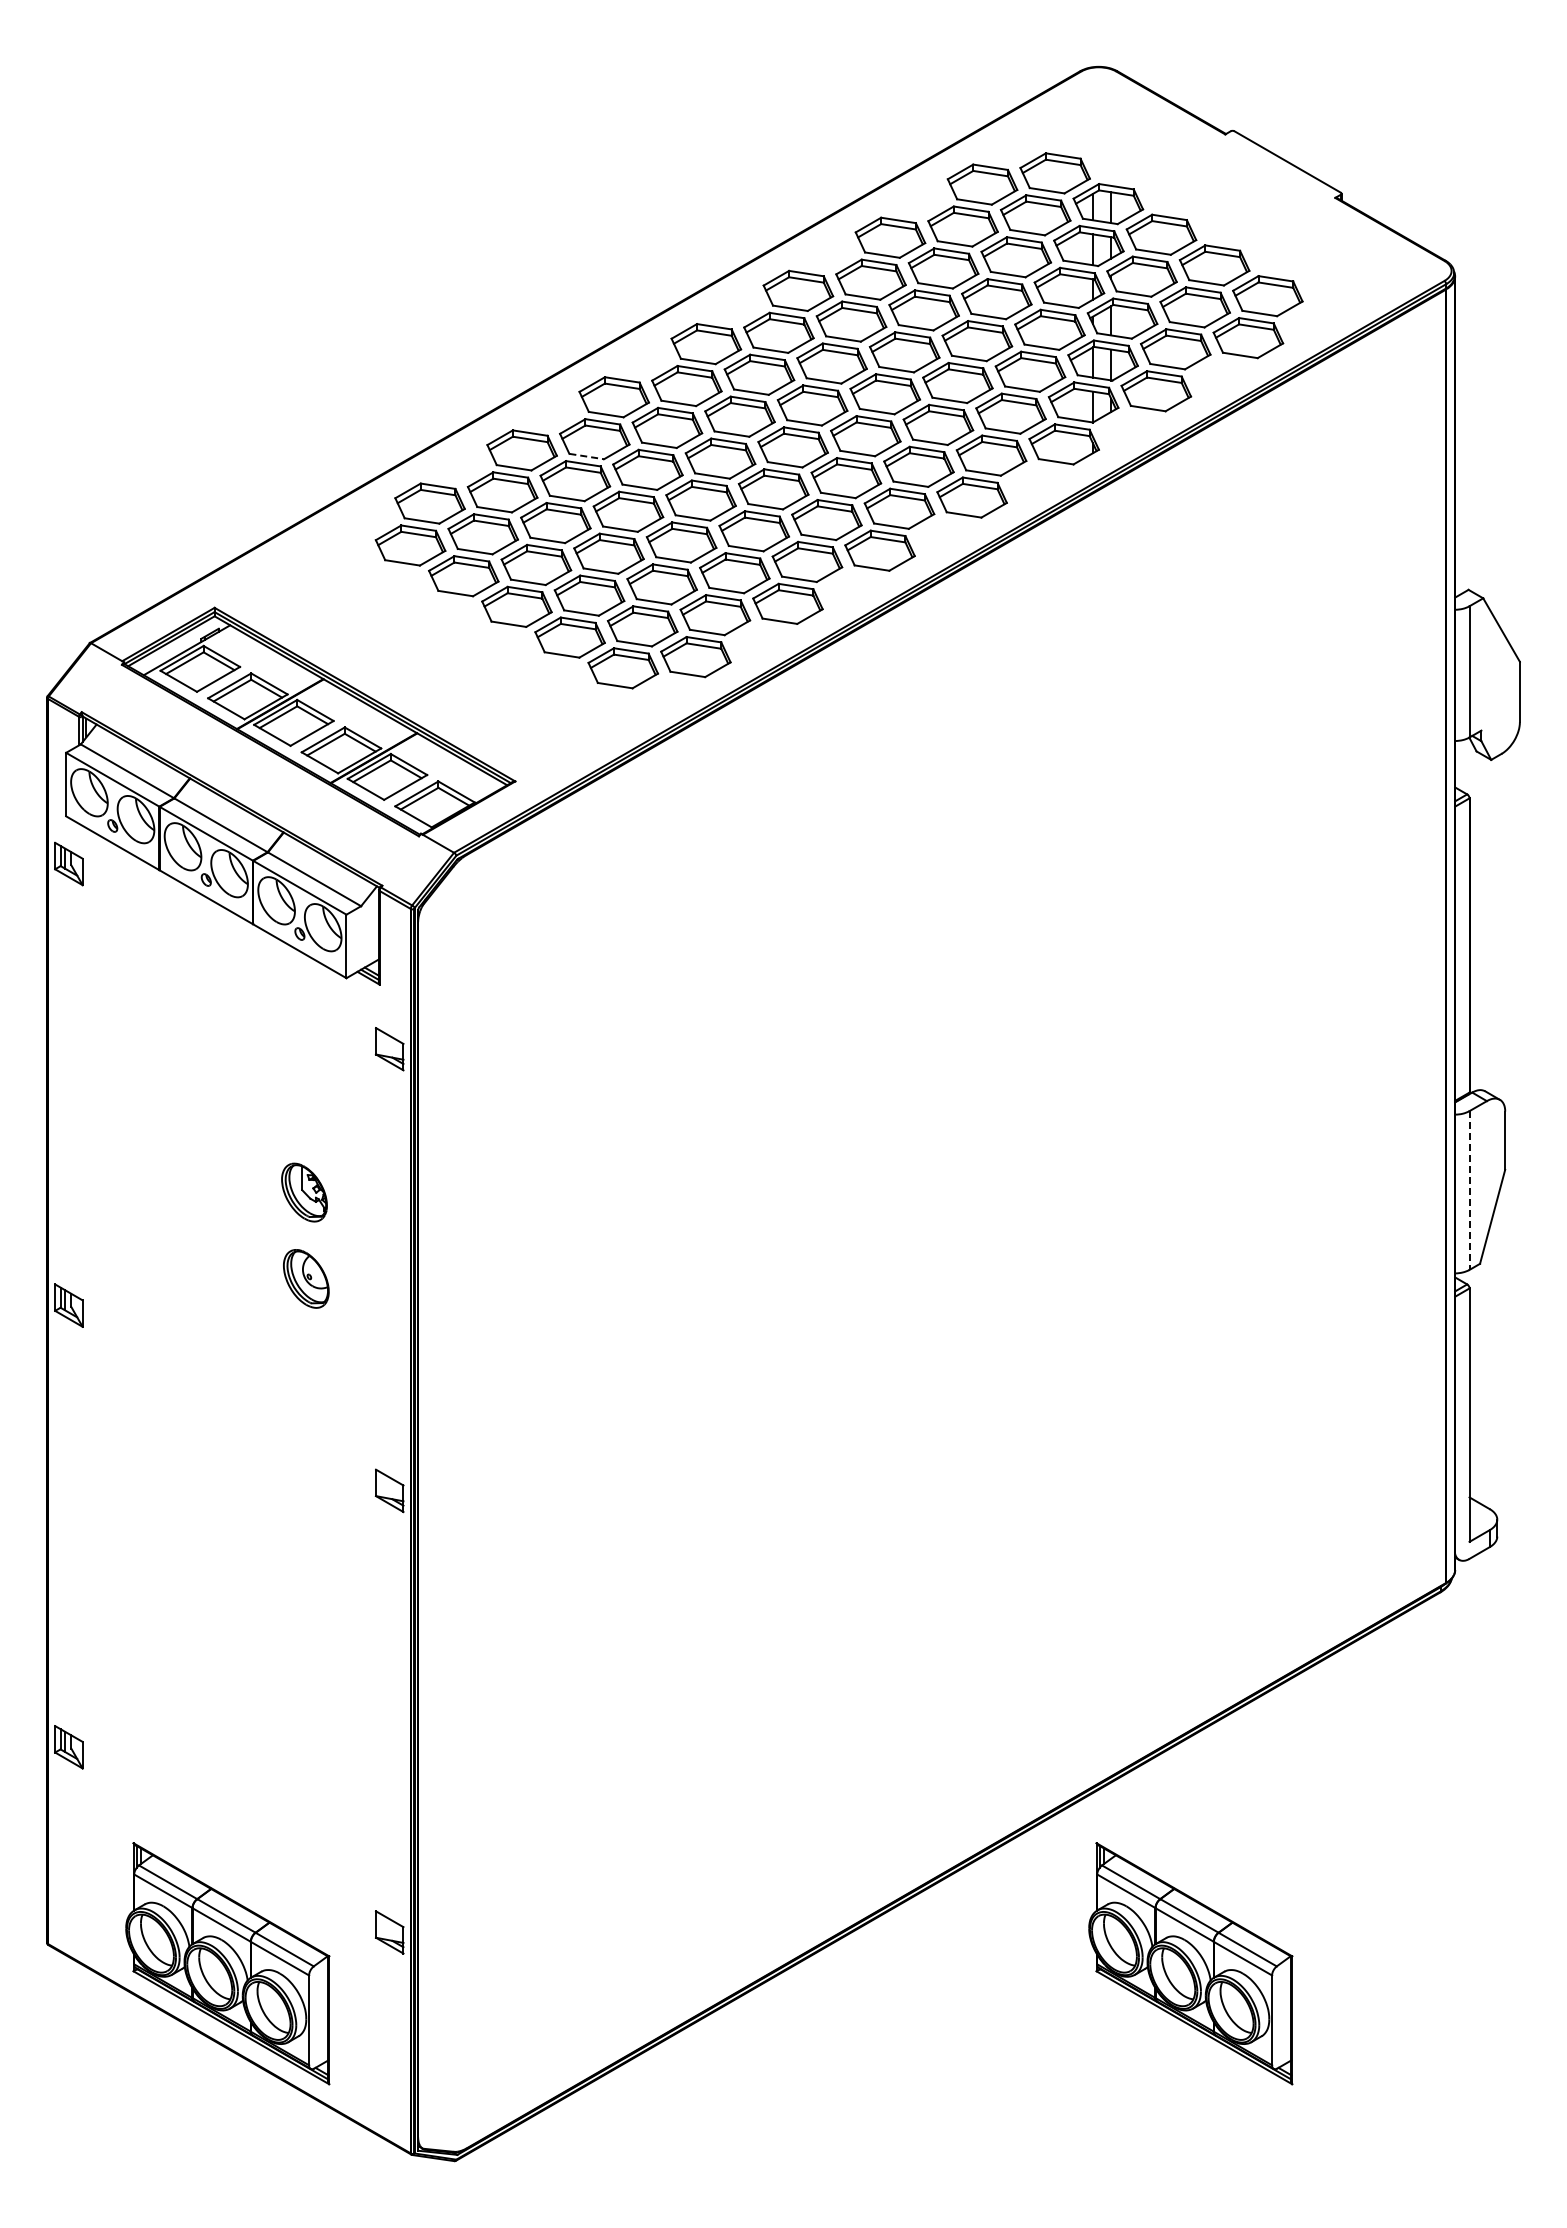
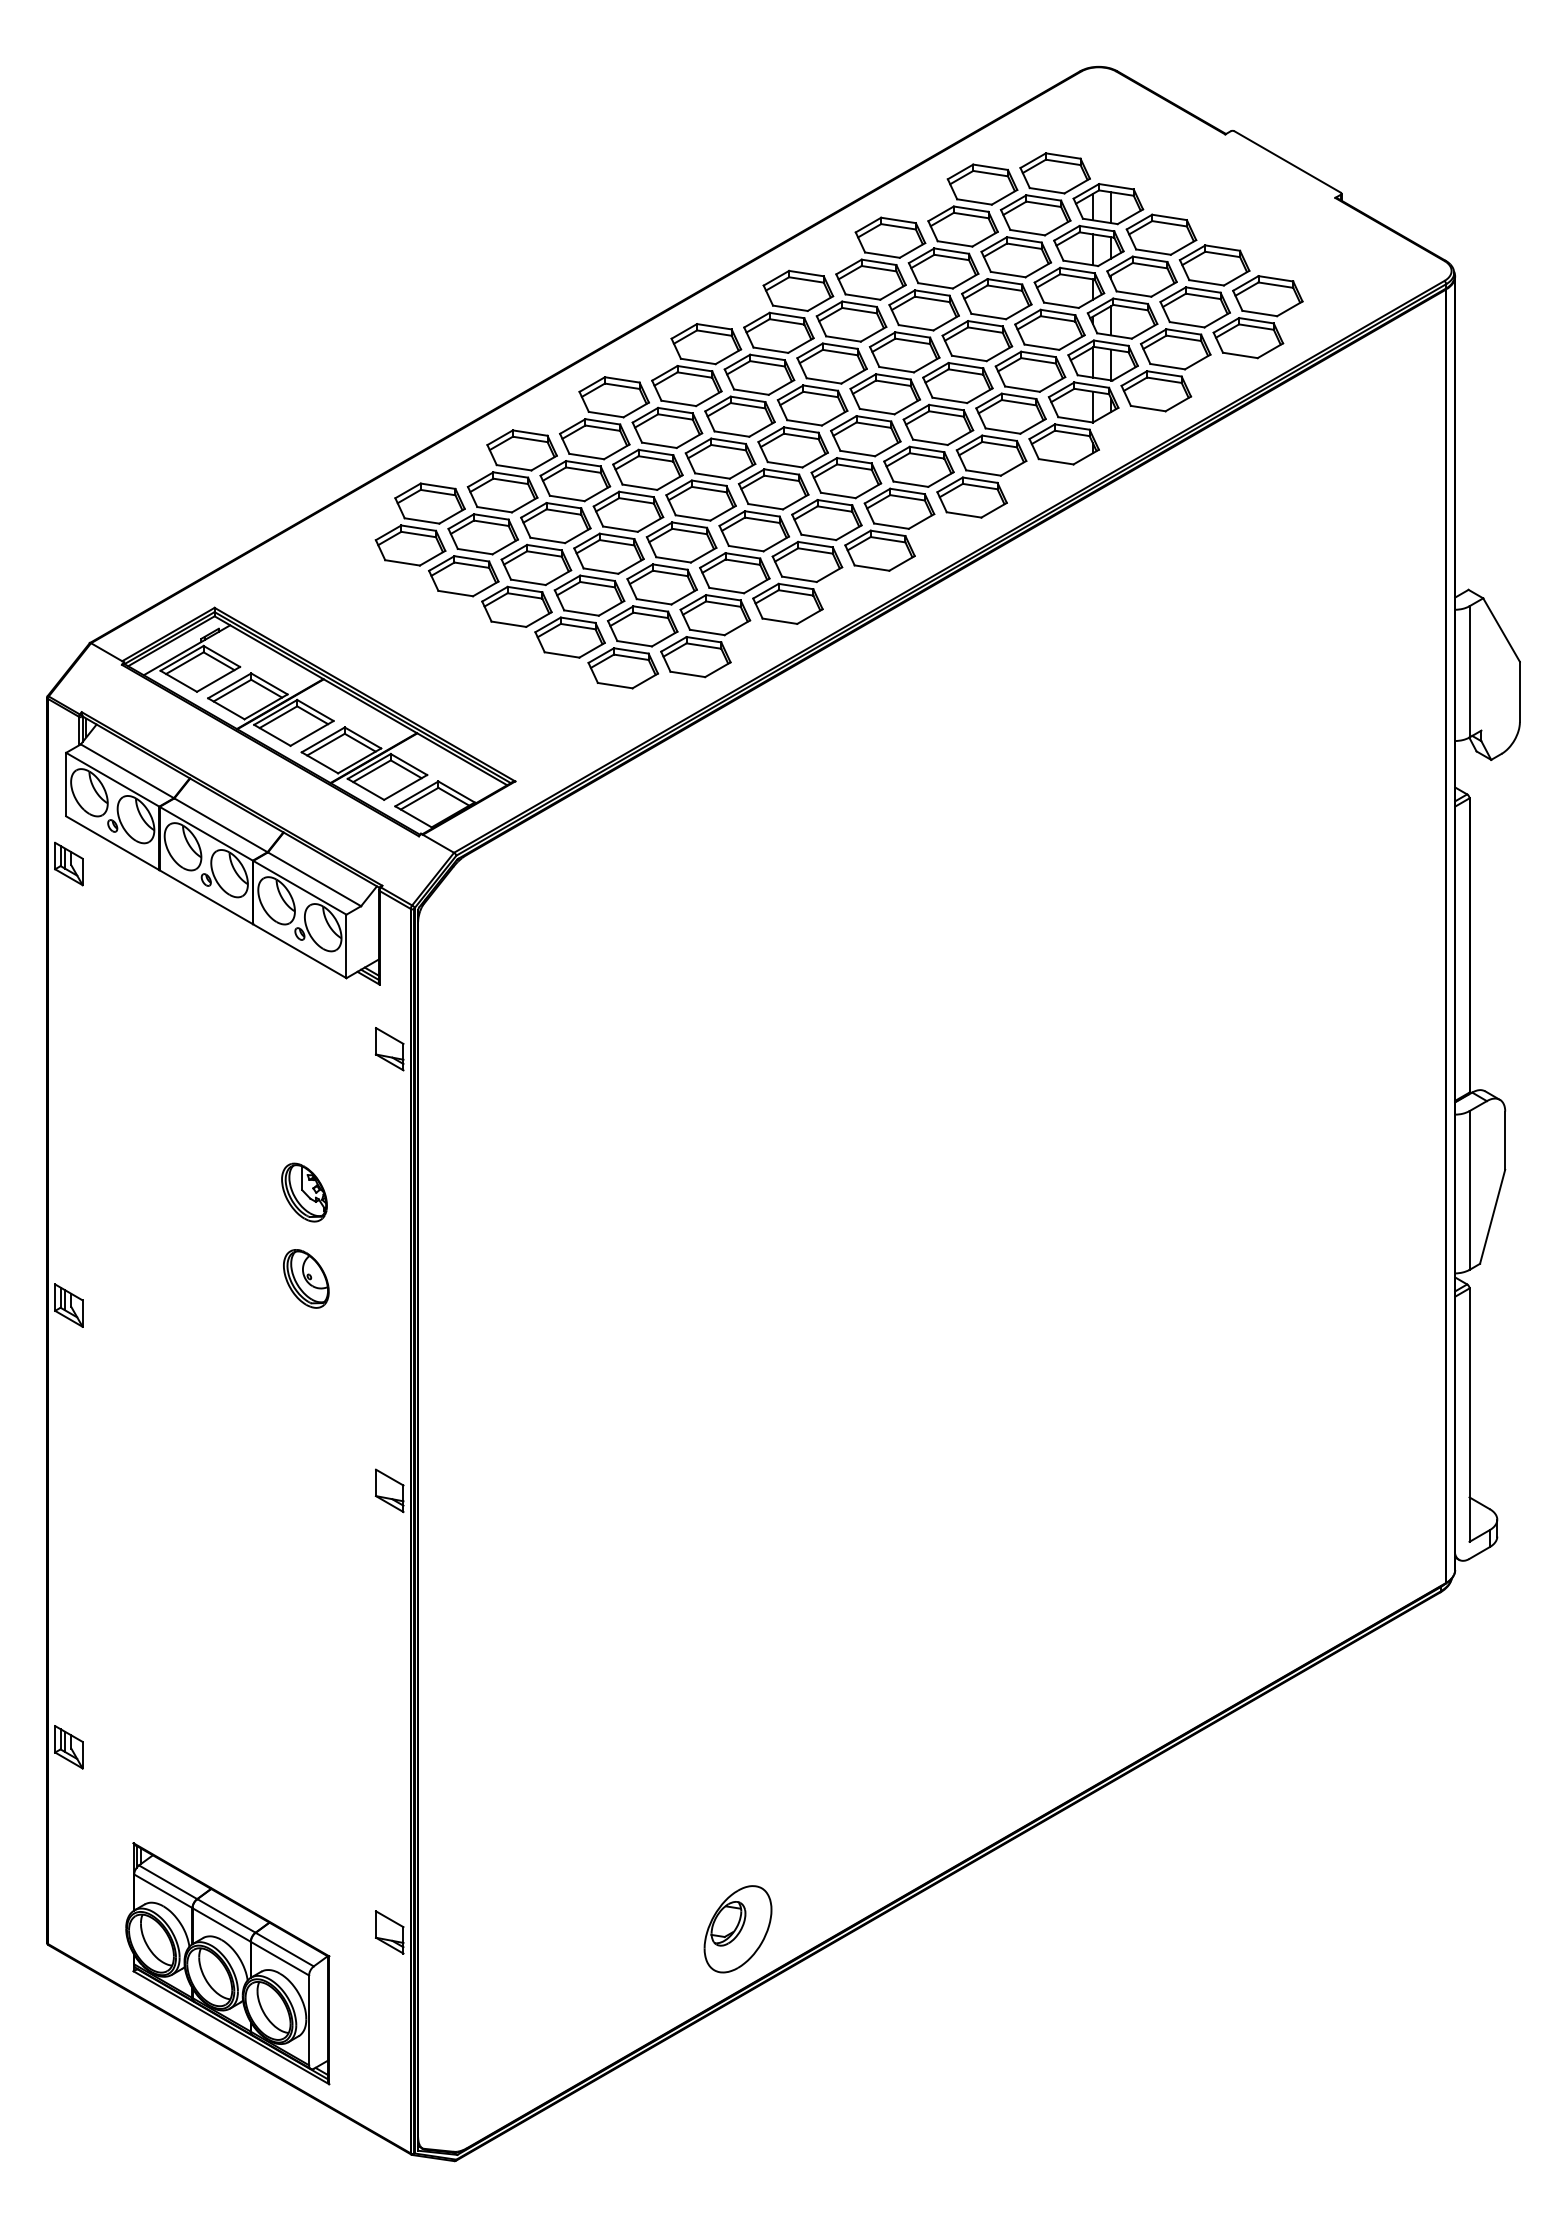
line at (586, 456): dashed -> solid
line at (1469, 1191): dashed -> solid
part at (737, 1929): none -> present
part at (1190, 1963): present -> none
